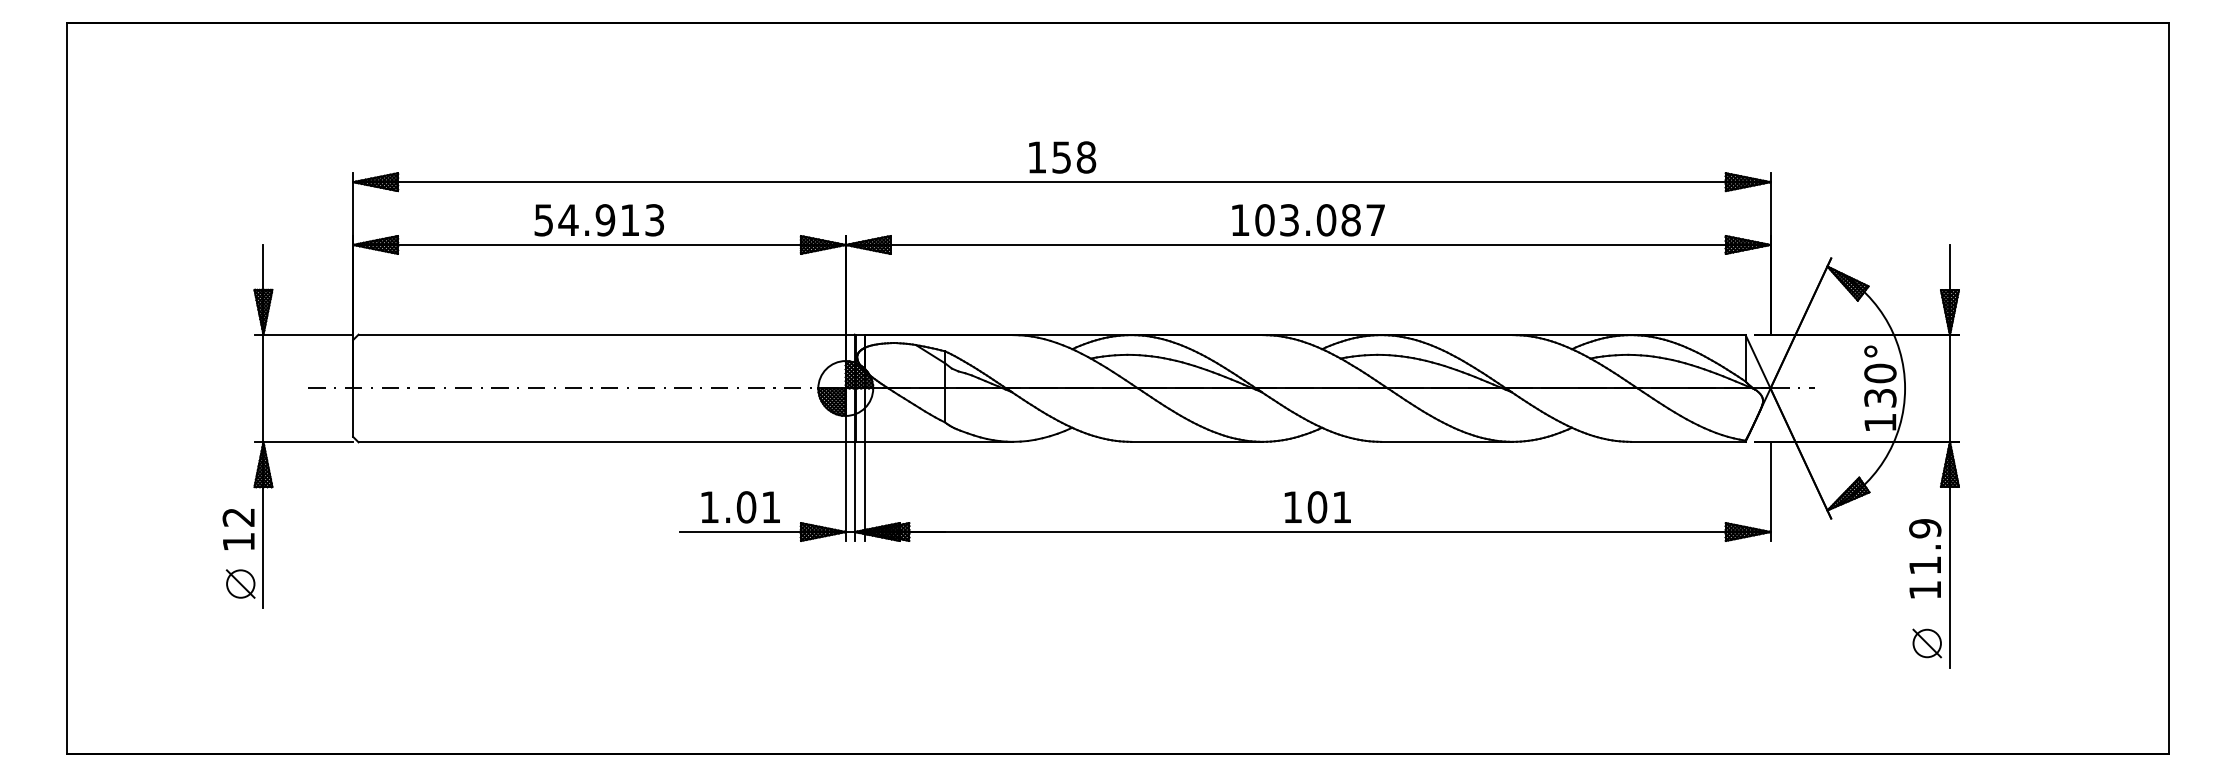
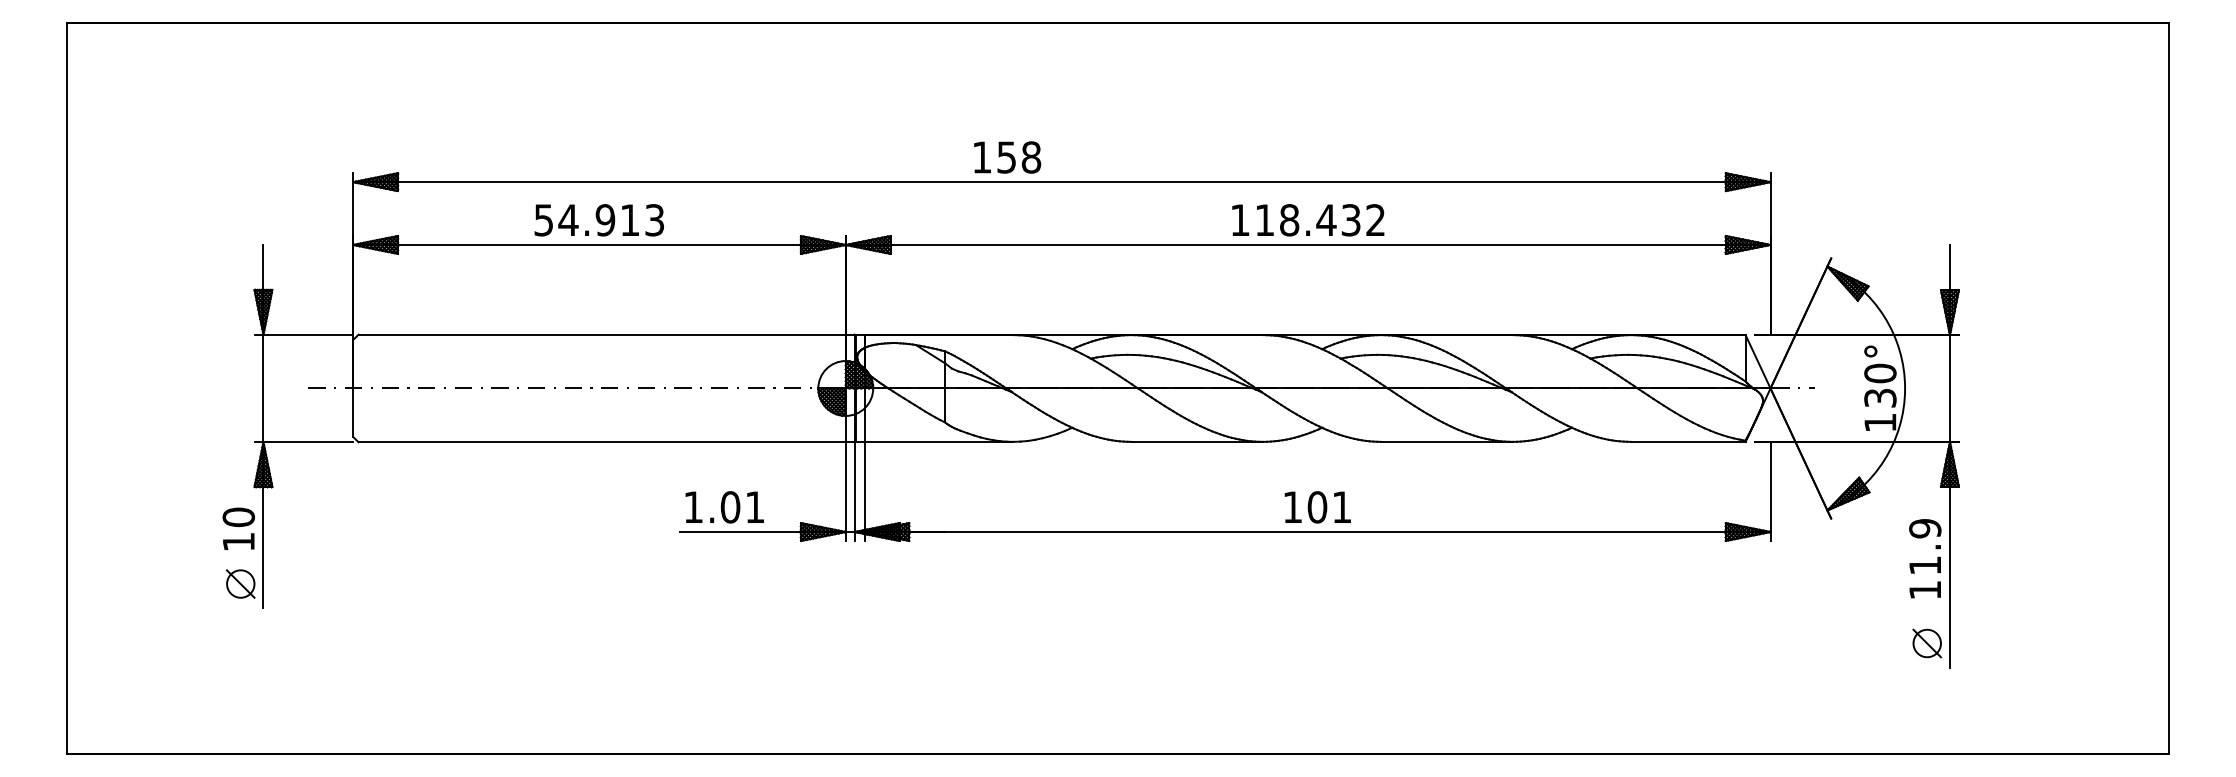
text at (1062, 157) position: (1062, 157) -> (1007, 157)
text at (1319, 220): 103.087 -> 118.432
text at (740, 507) position: (740, 507) -> (724, 507)
text at (238, 517): 12 -> 10
